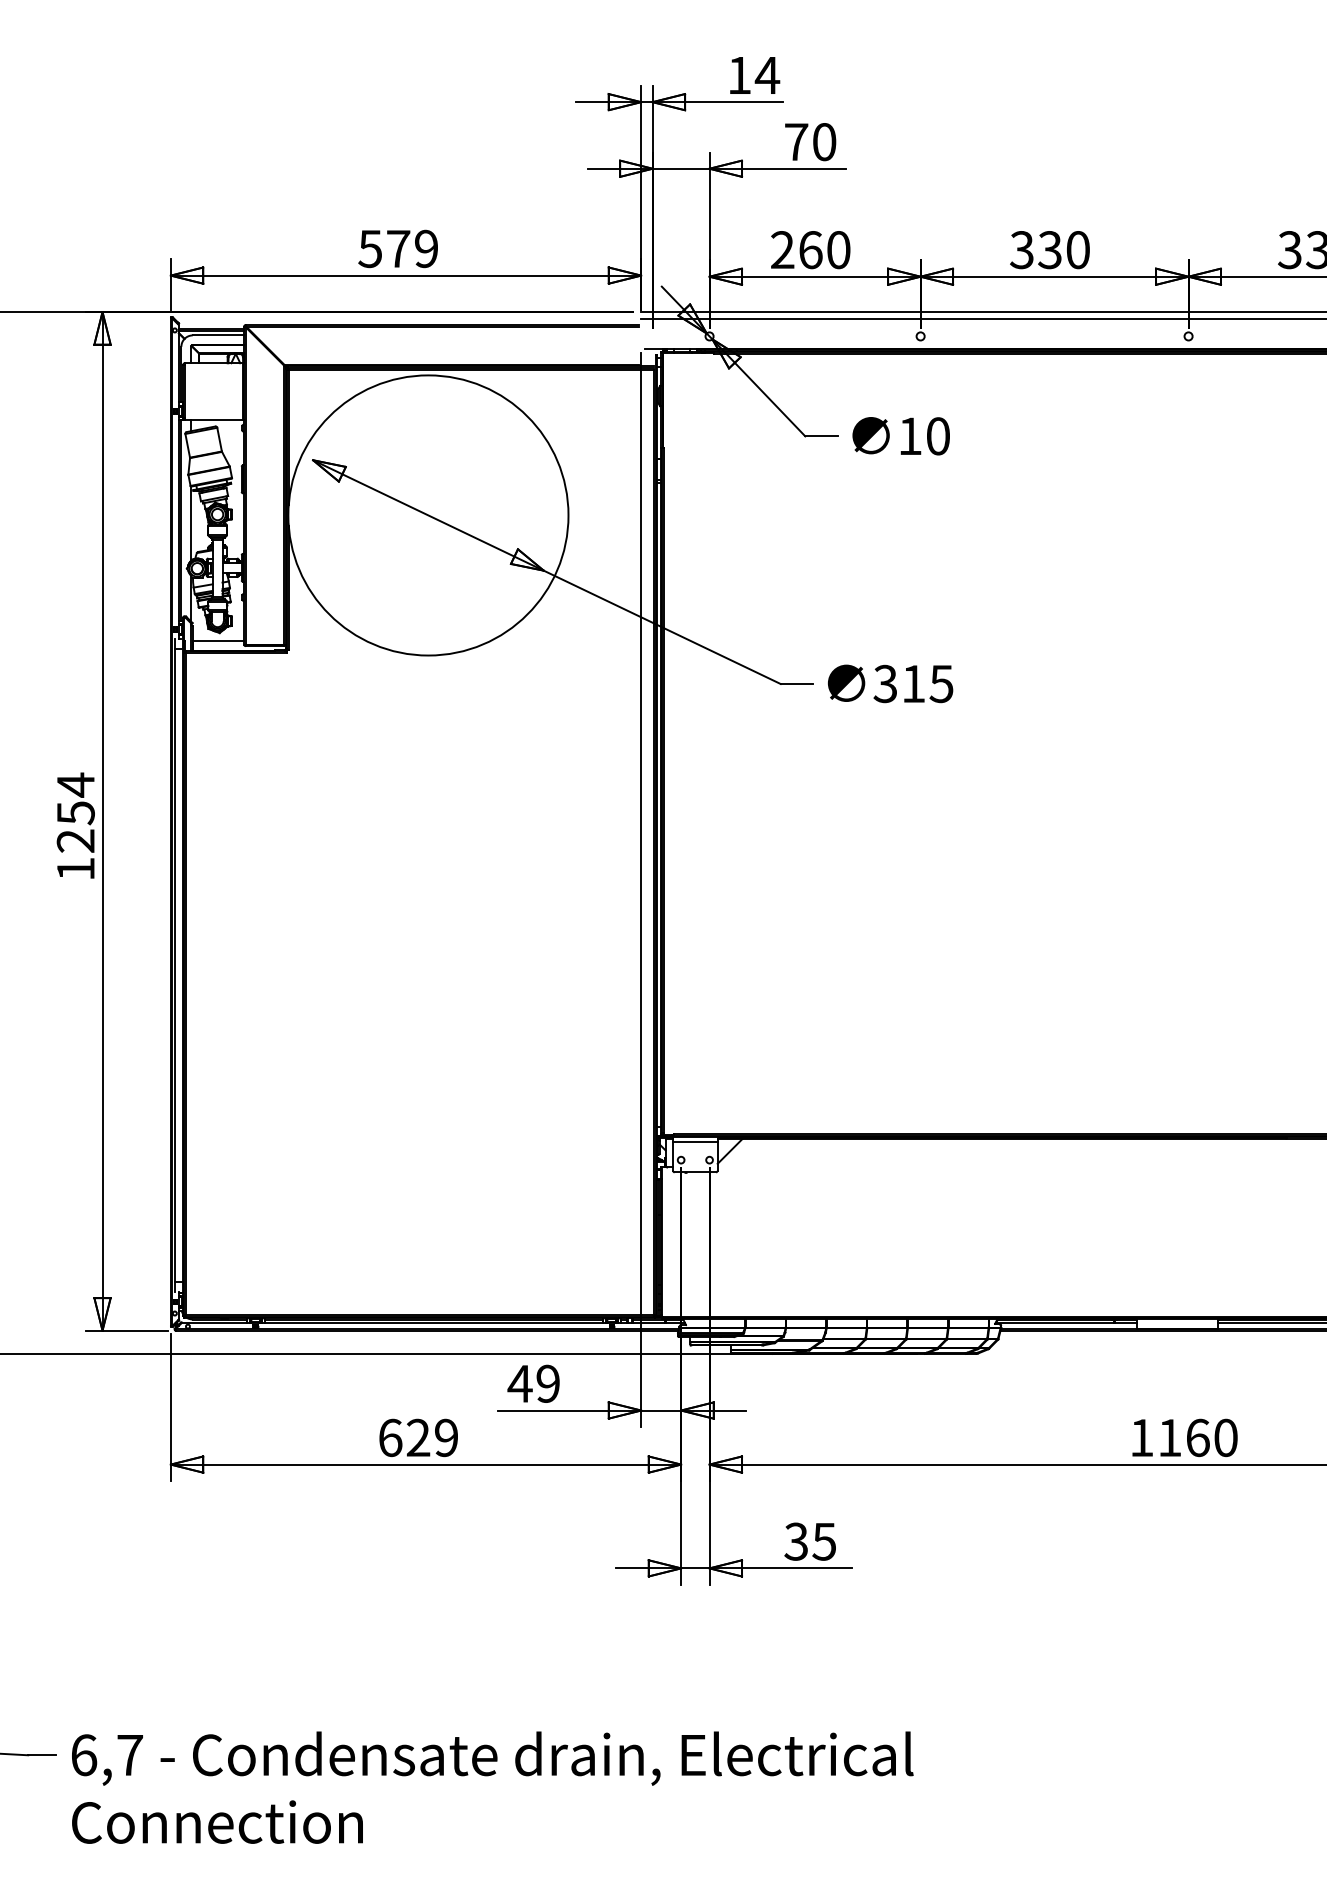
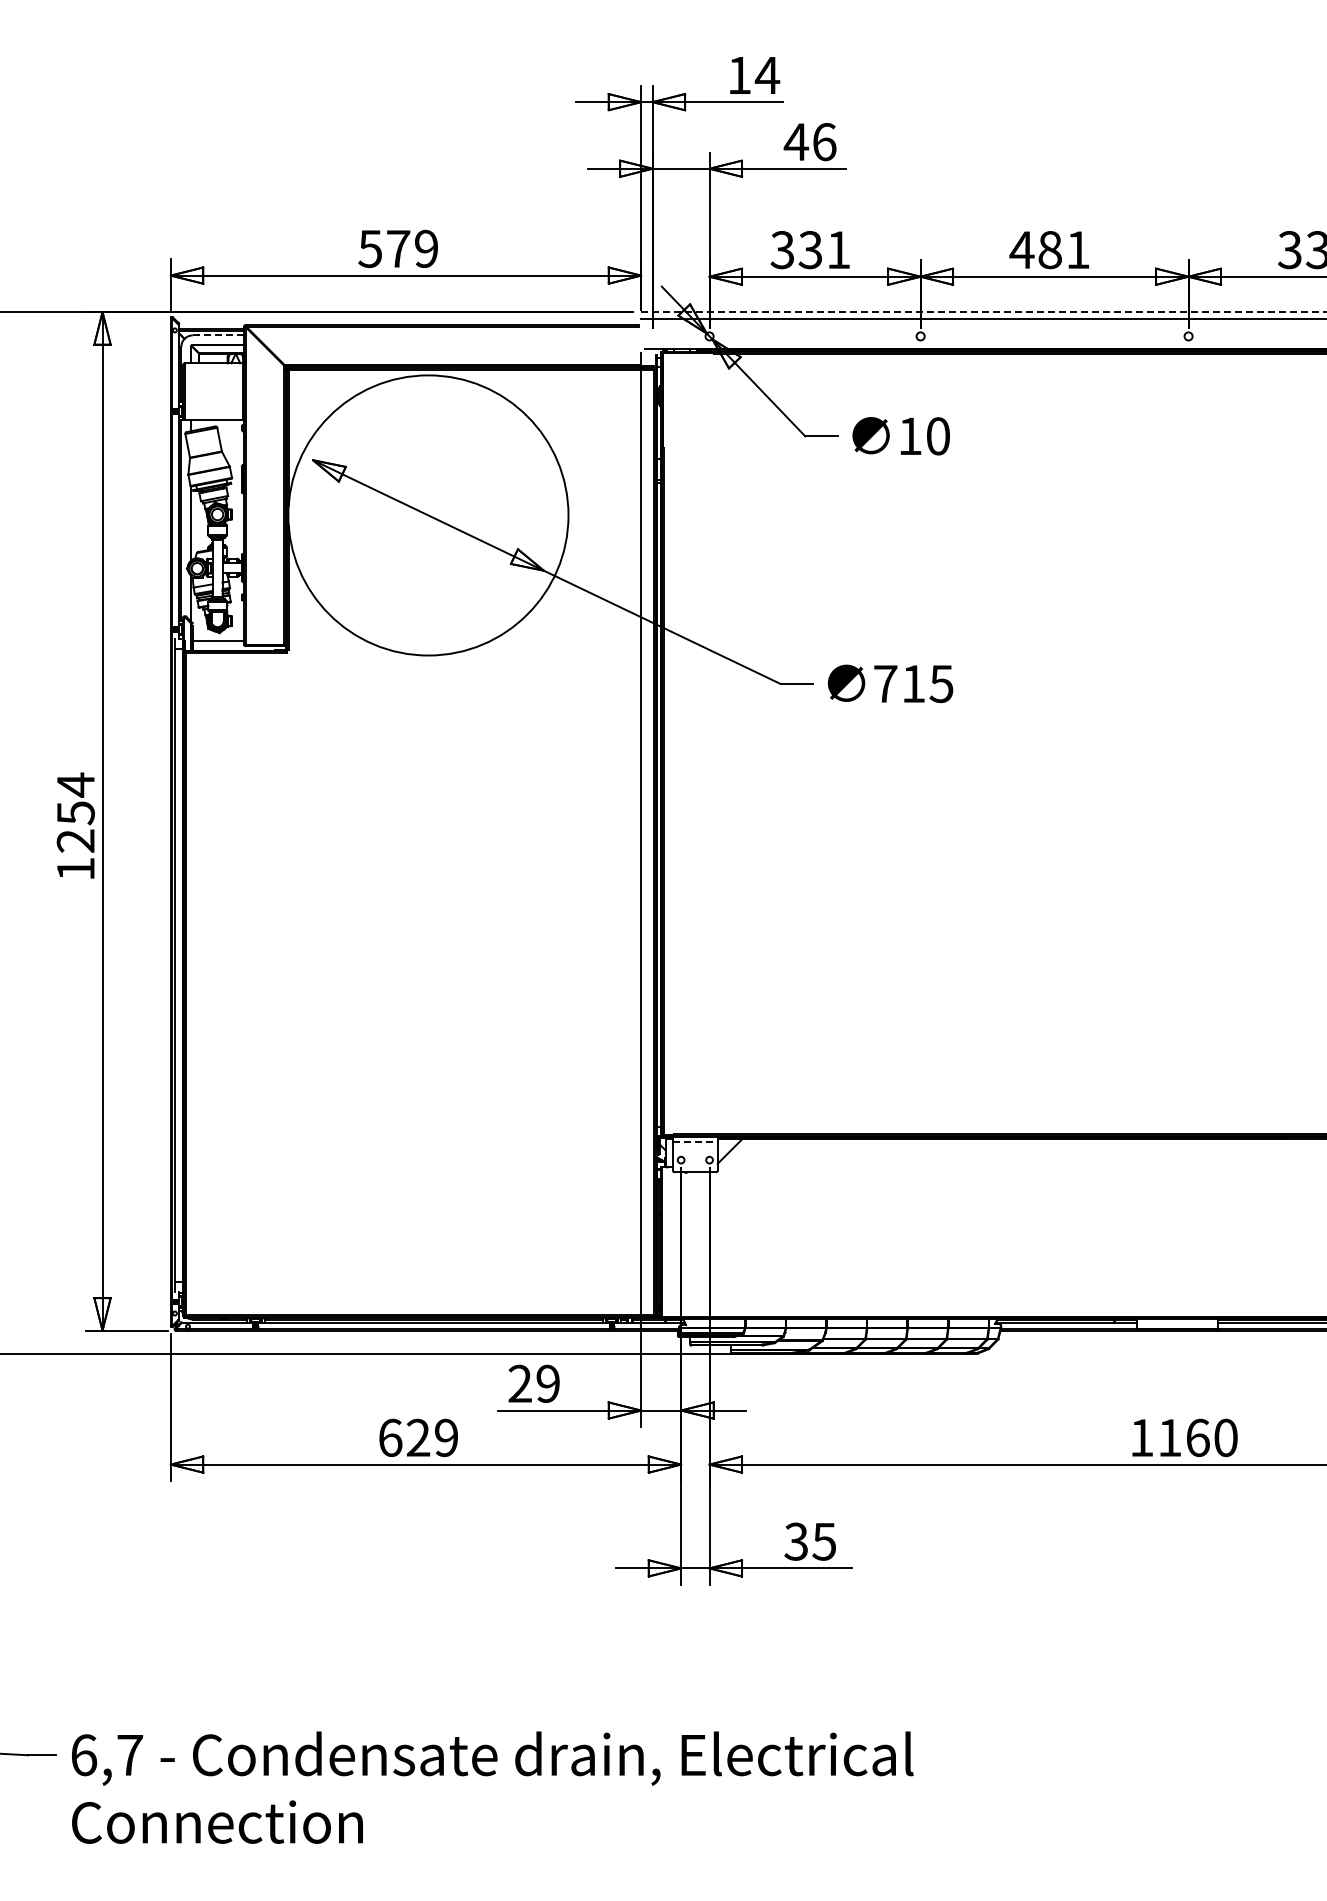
text at (809, 142): 70 -> 46
text at (810, 250): 260 -> 331
text at (1049, 250): 330 -> 481
line at (984, 312): solid -> dashed
line at (218, 335): solid -> dashed
text at (885, 683): 315 -> 715
line at (695, 1142): solid -> dashed
text at (519, 1383): 49 -> 29
